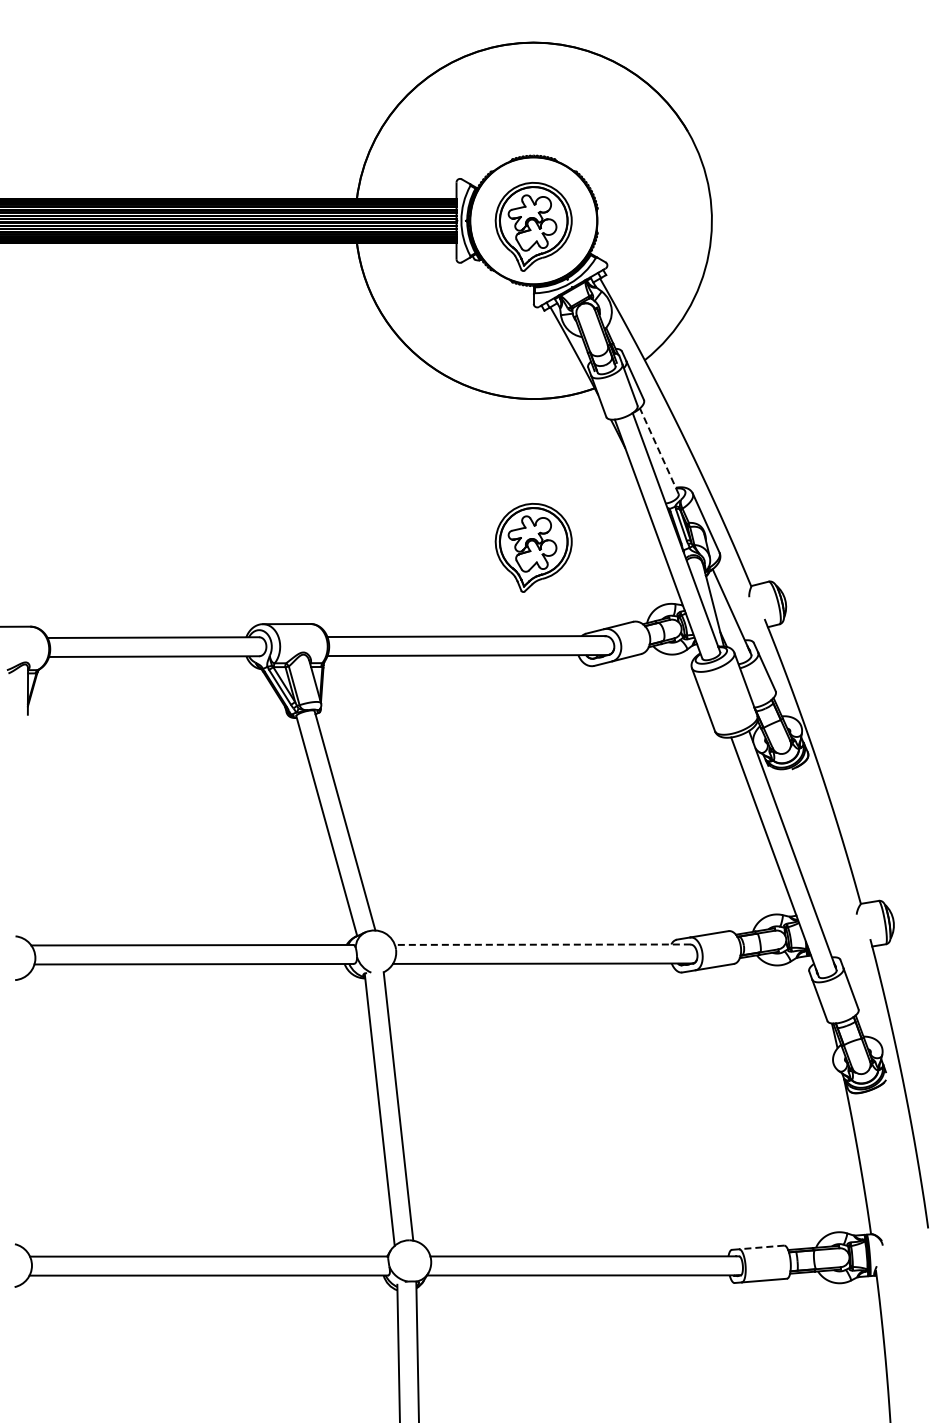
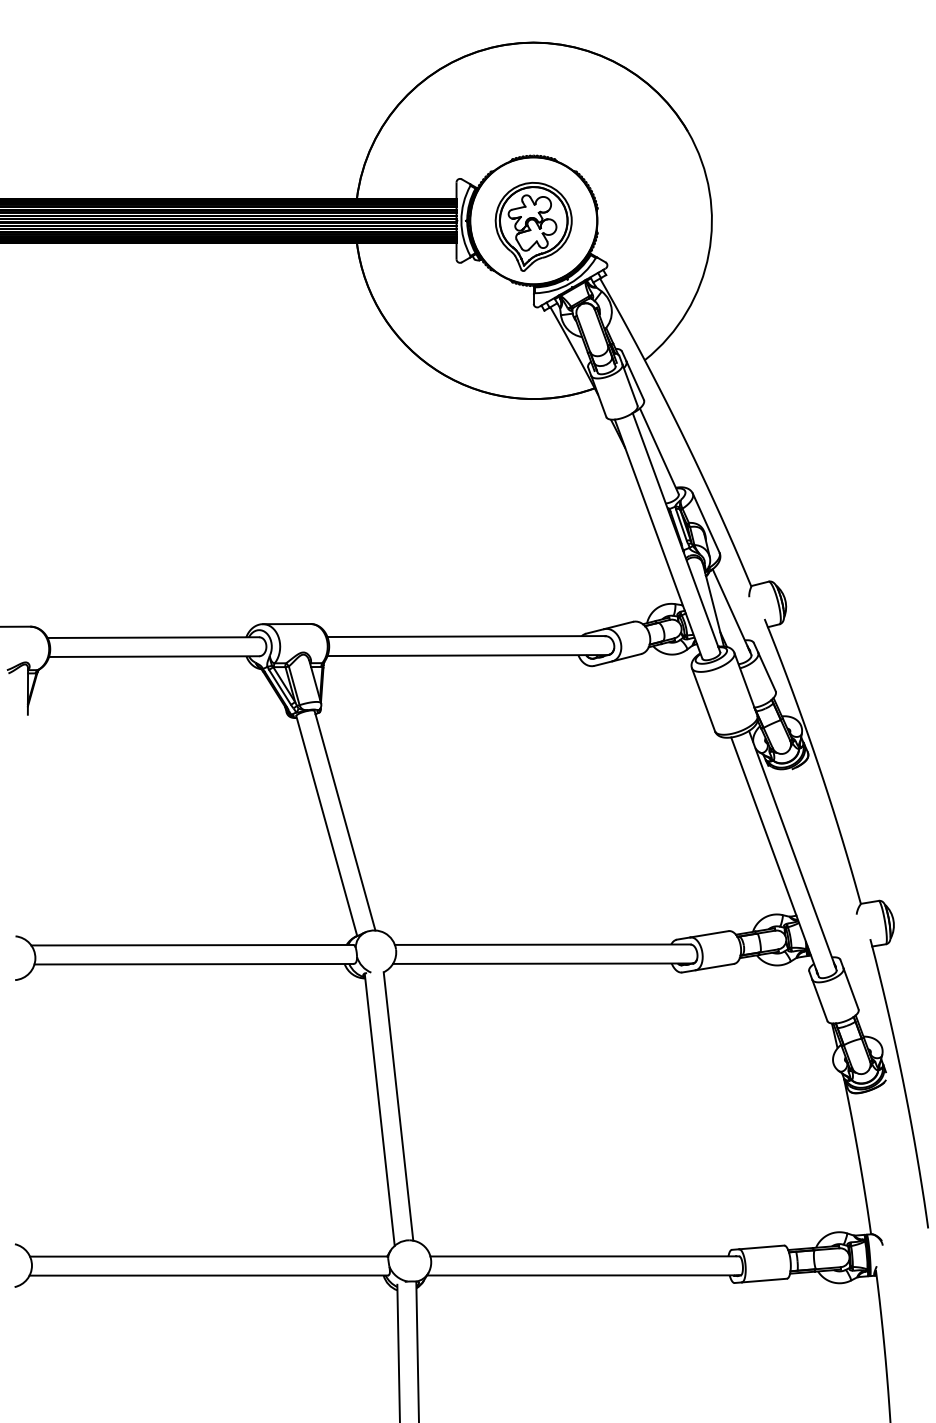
line at (659, 451): dashed -> solid
part at (533, 547): present -> none
line at (542, 944): dashed -> solid
line at (761, 1247): dashed -> solid
